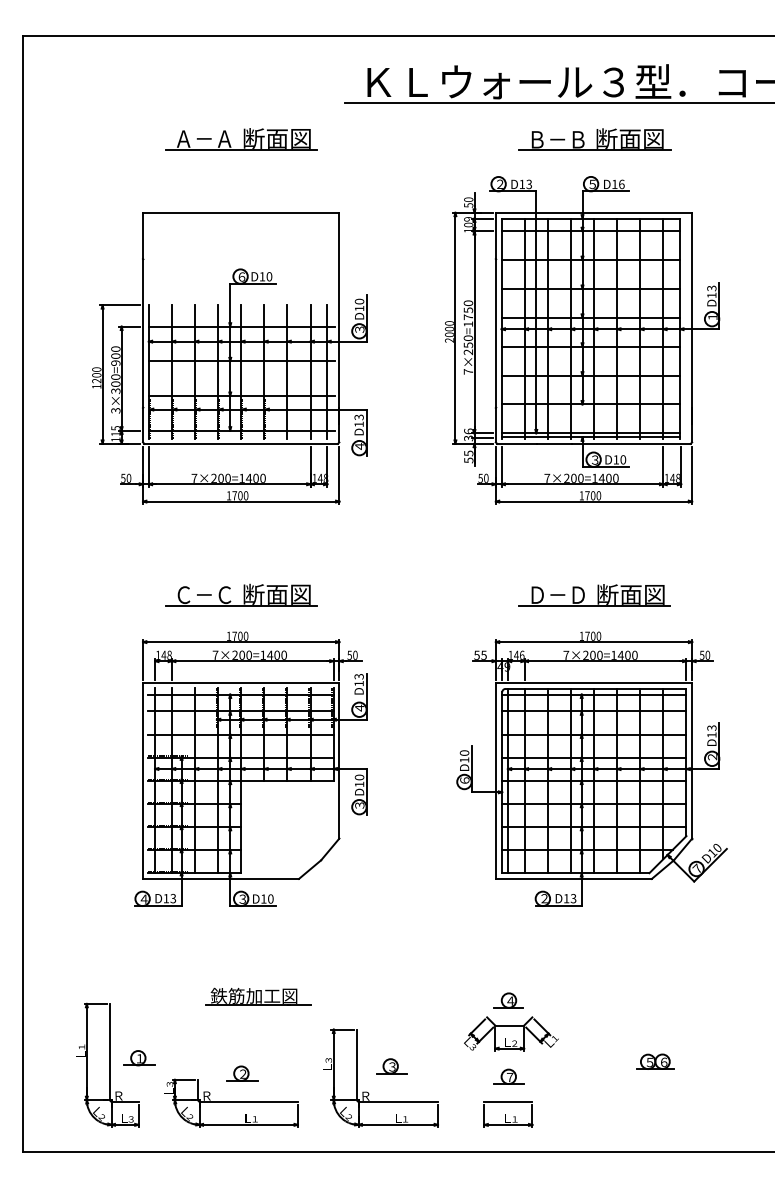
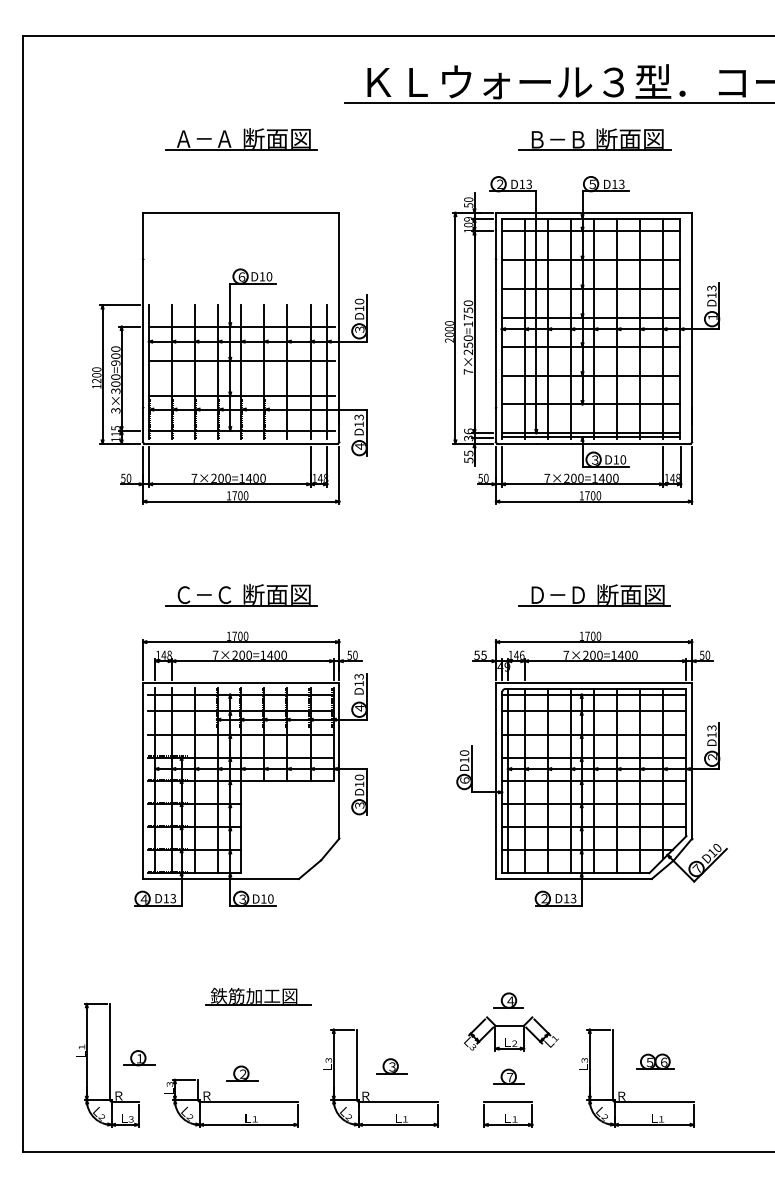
text at (621, 183): D16 -> D13
part at (624, 1092): none -> present
